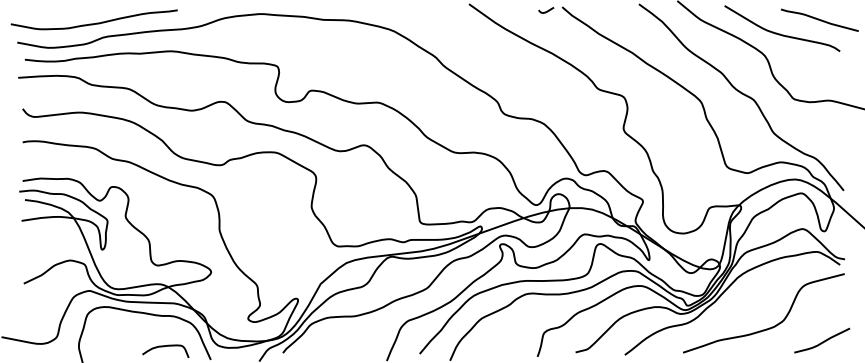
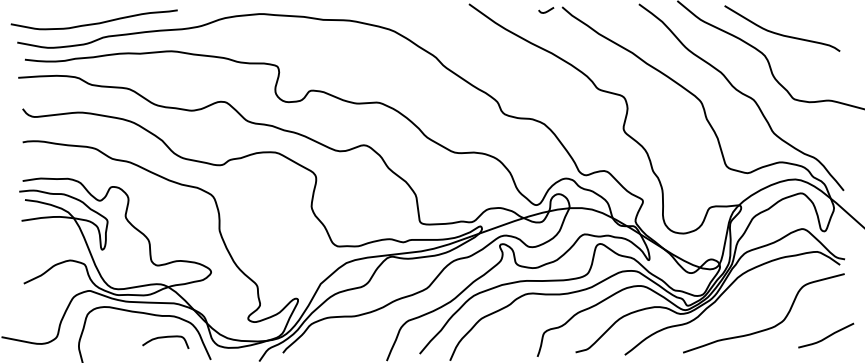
curve at (819, 19): present -> none
curve at (822, 341) position: (822, 341) -> (826, 336)
curve at (163, 347) position: (163, 347) -> (163, 338)
